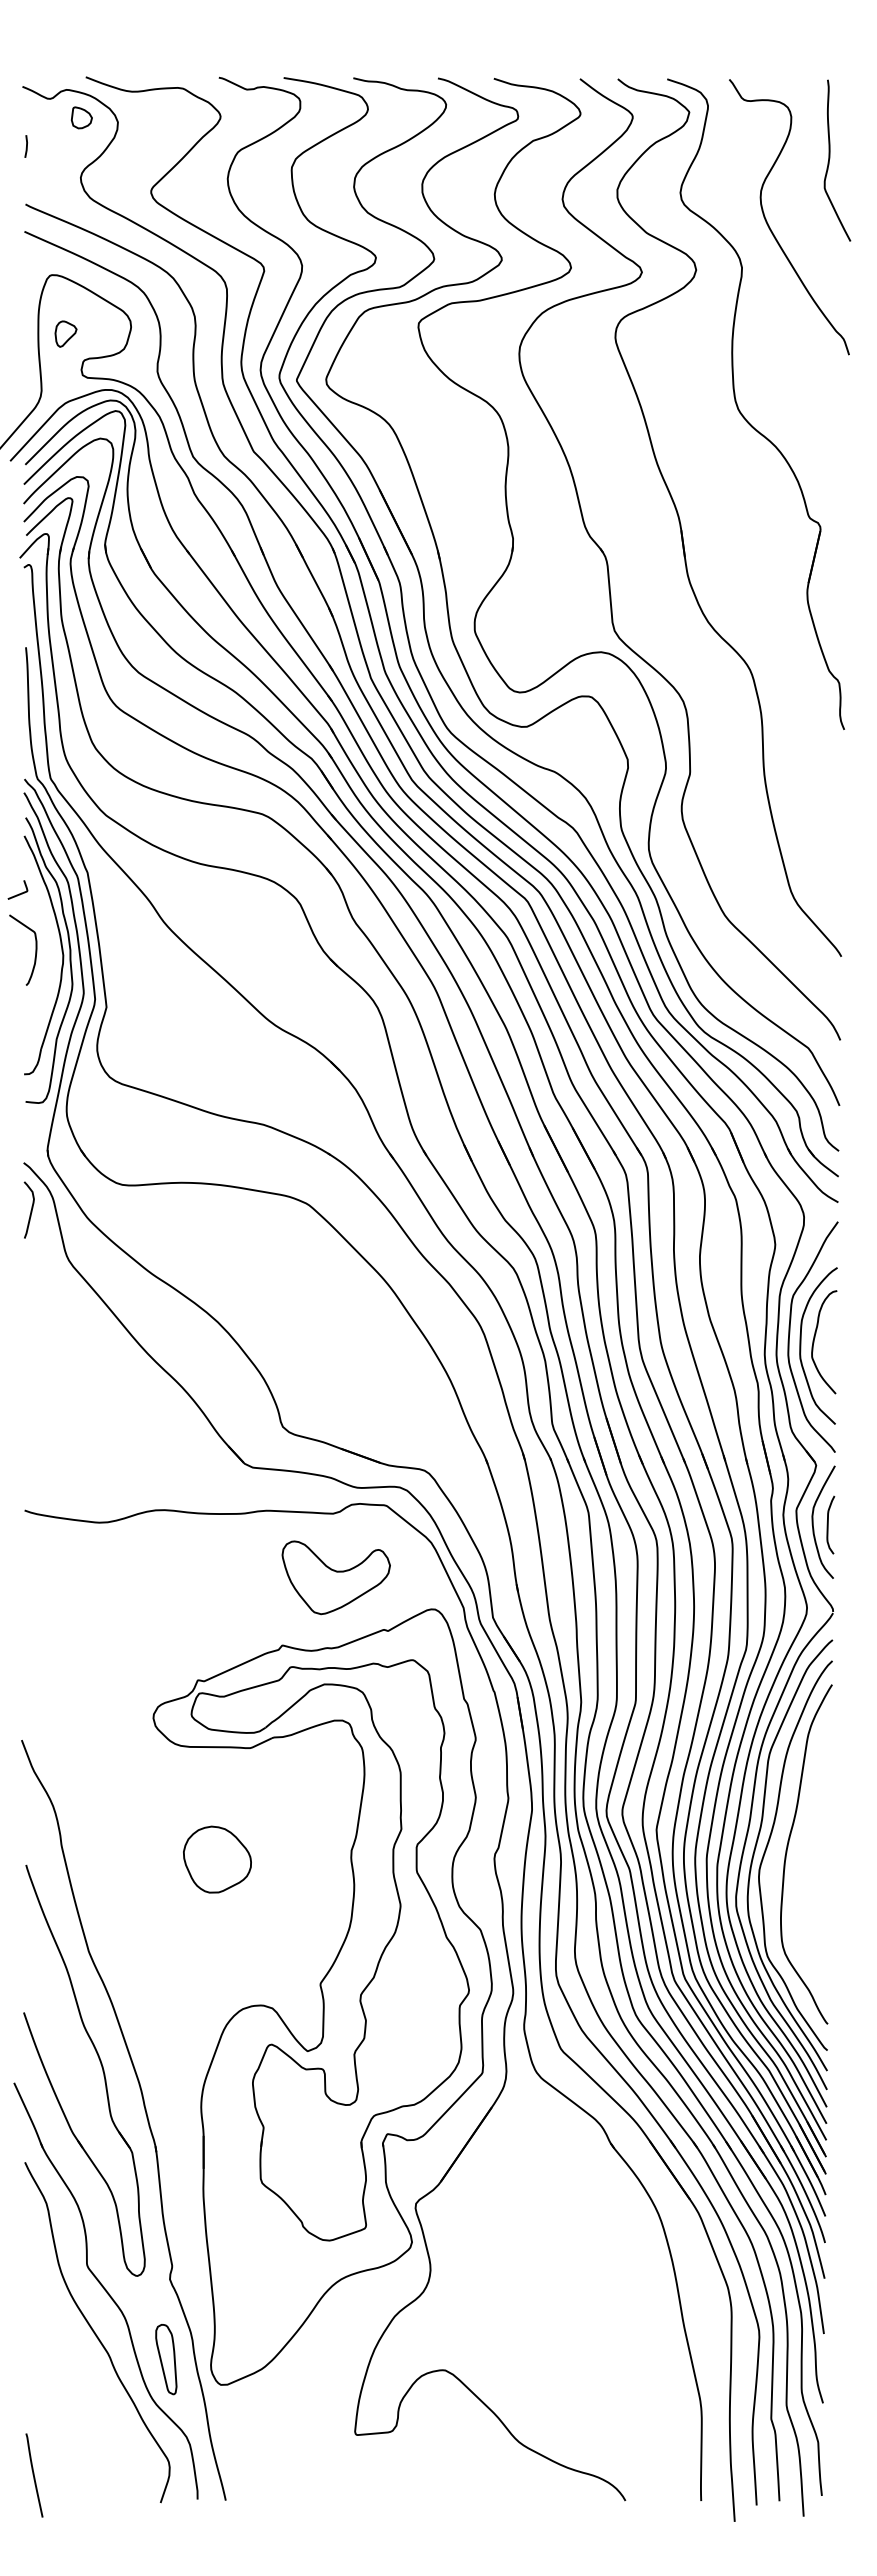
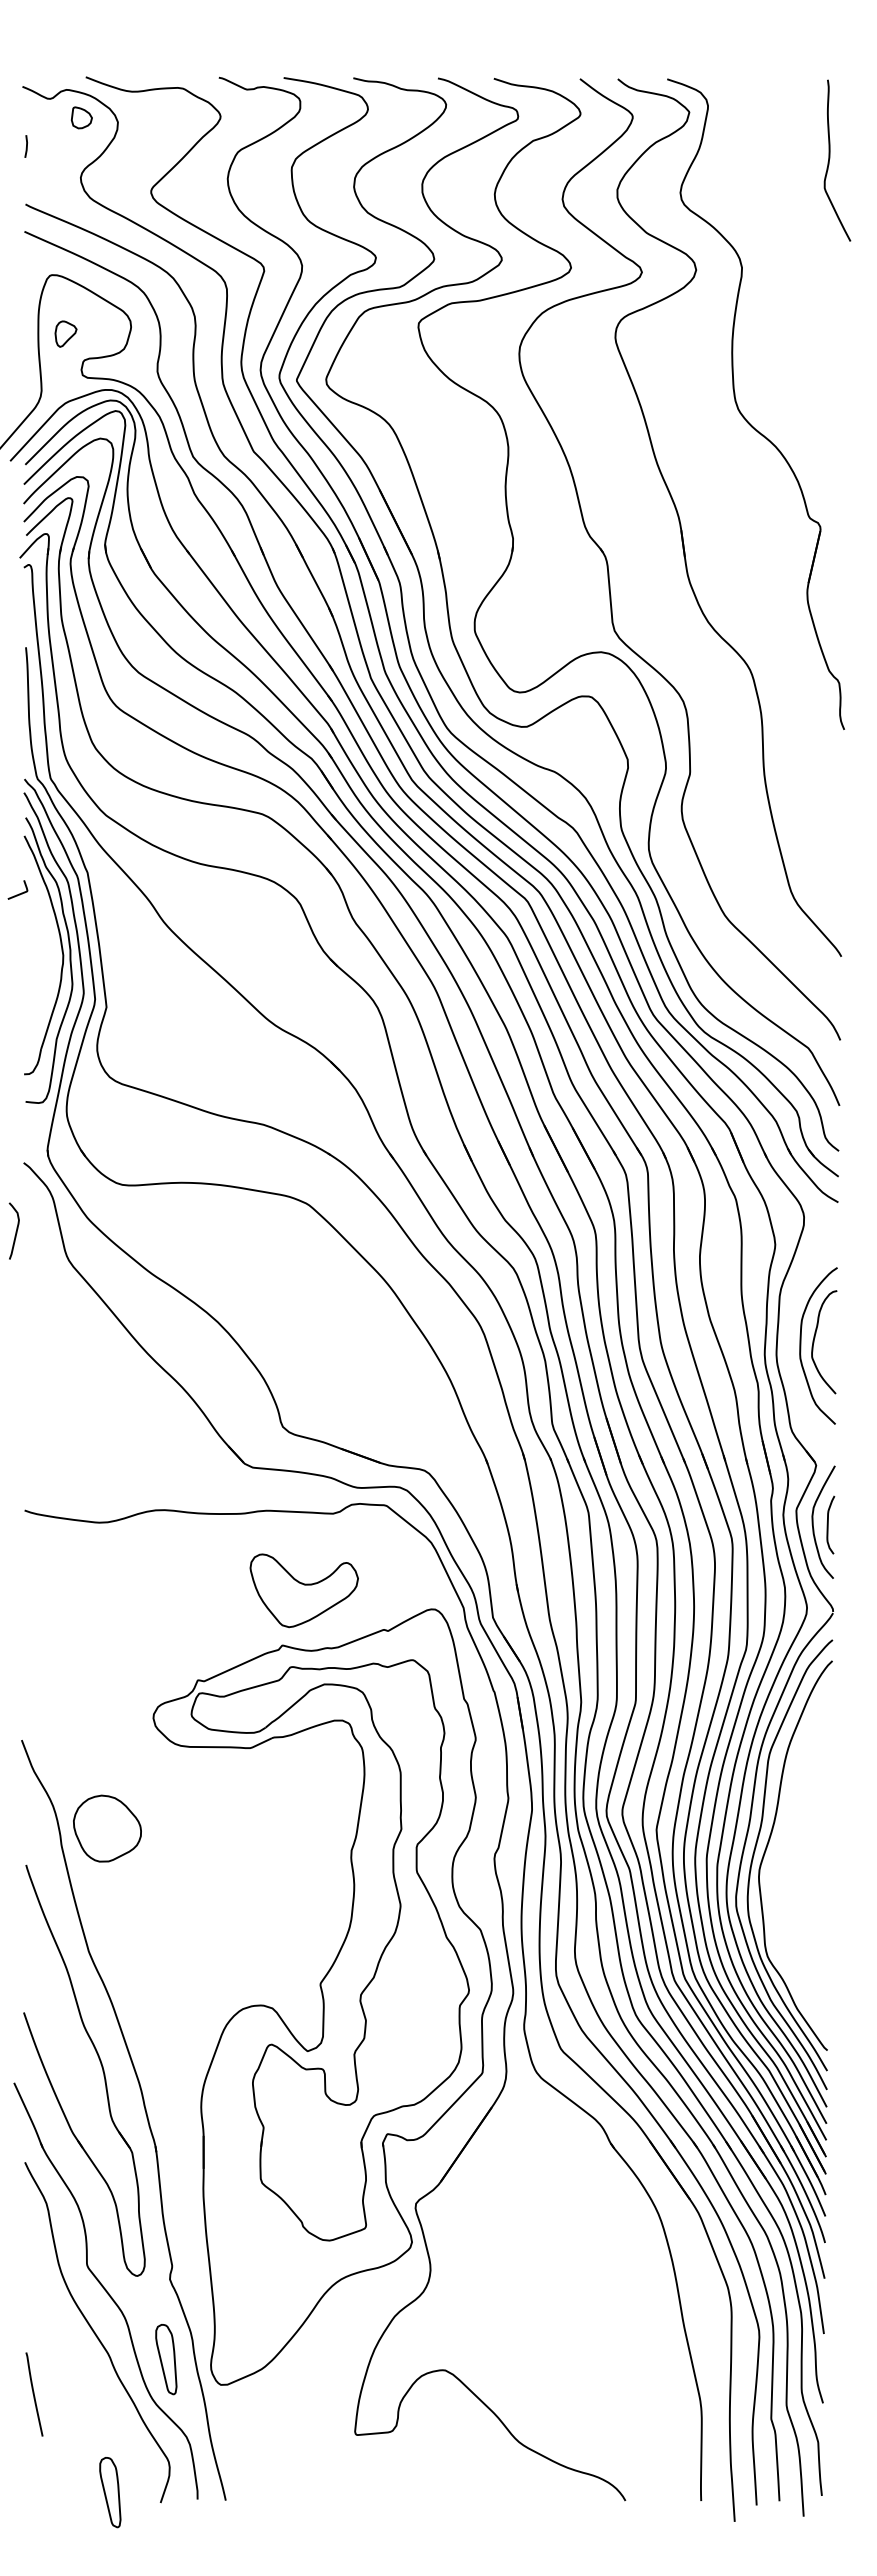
curve at (770, 227): present -> none
curve at (35, 949): present -> none
curve at (30, 1210) position: (30, 1210) -> (15, 1231)
curve at (790, 1333): present -> none
part at (335, 1577) position: (335, 1577) -> (303, 1590)
curve at (787, 1853): present -> none
part at (217, 1859) position: (217, 1859) -> (107, 1828)
line at (34, 2475) position: (34, 2475) -> (34, 2394)
part at (110, 2492): none -> present
